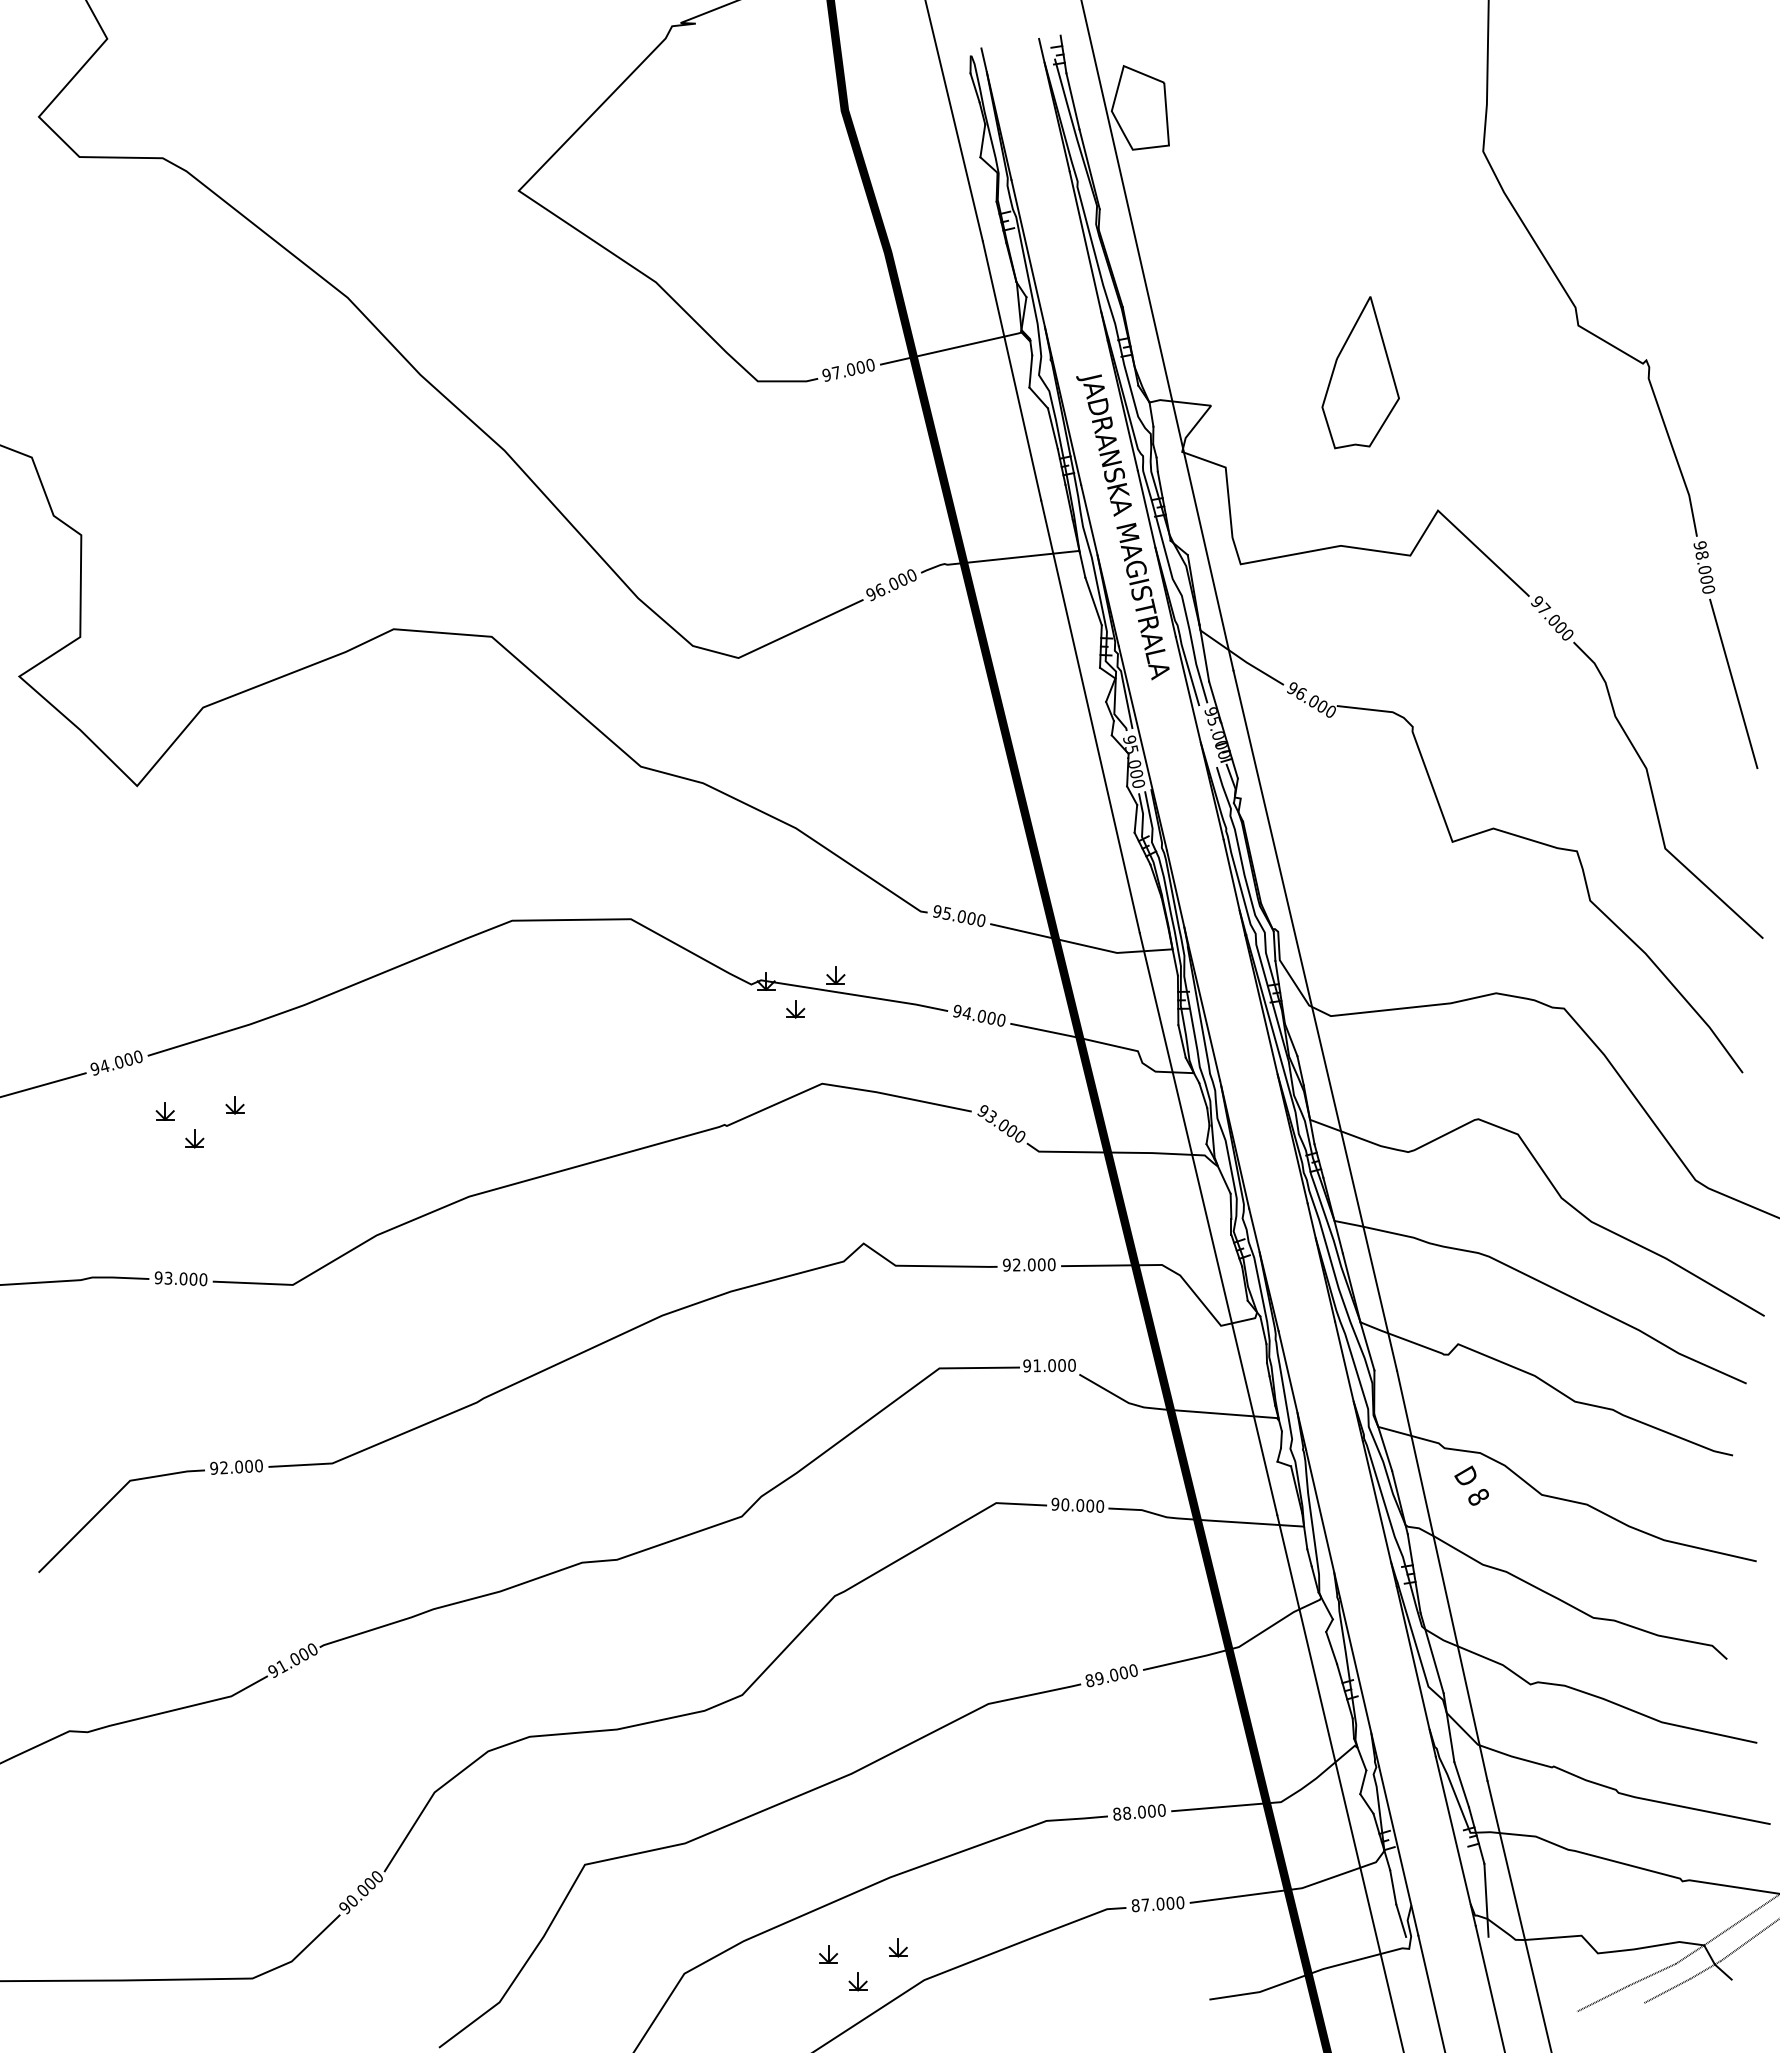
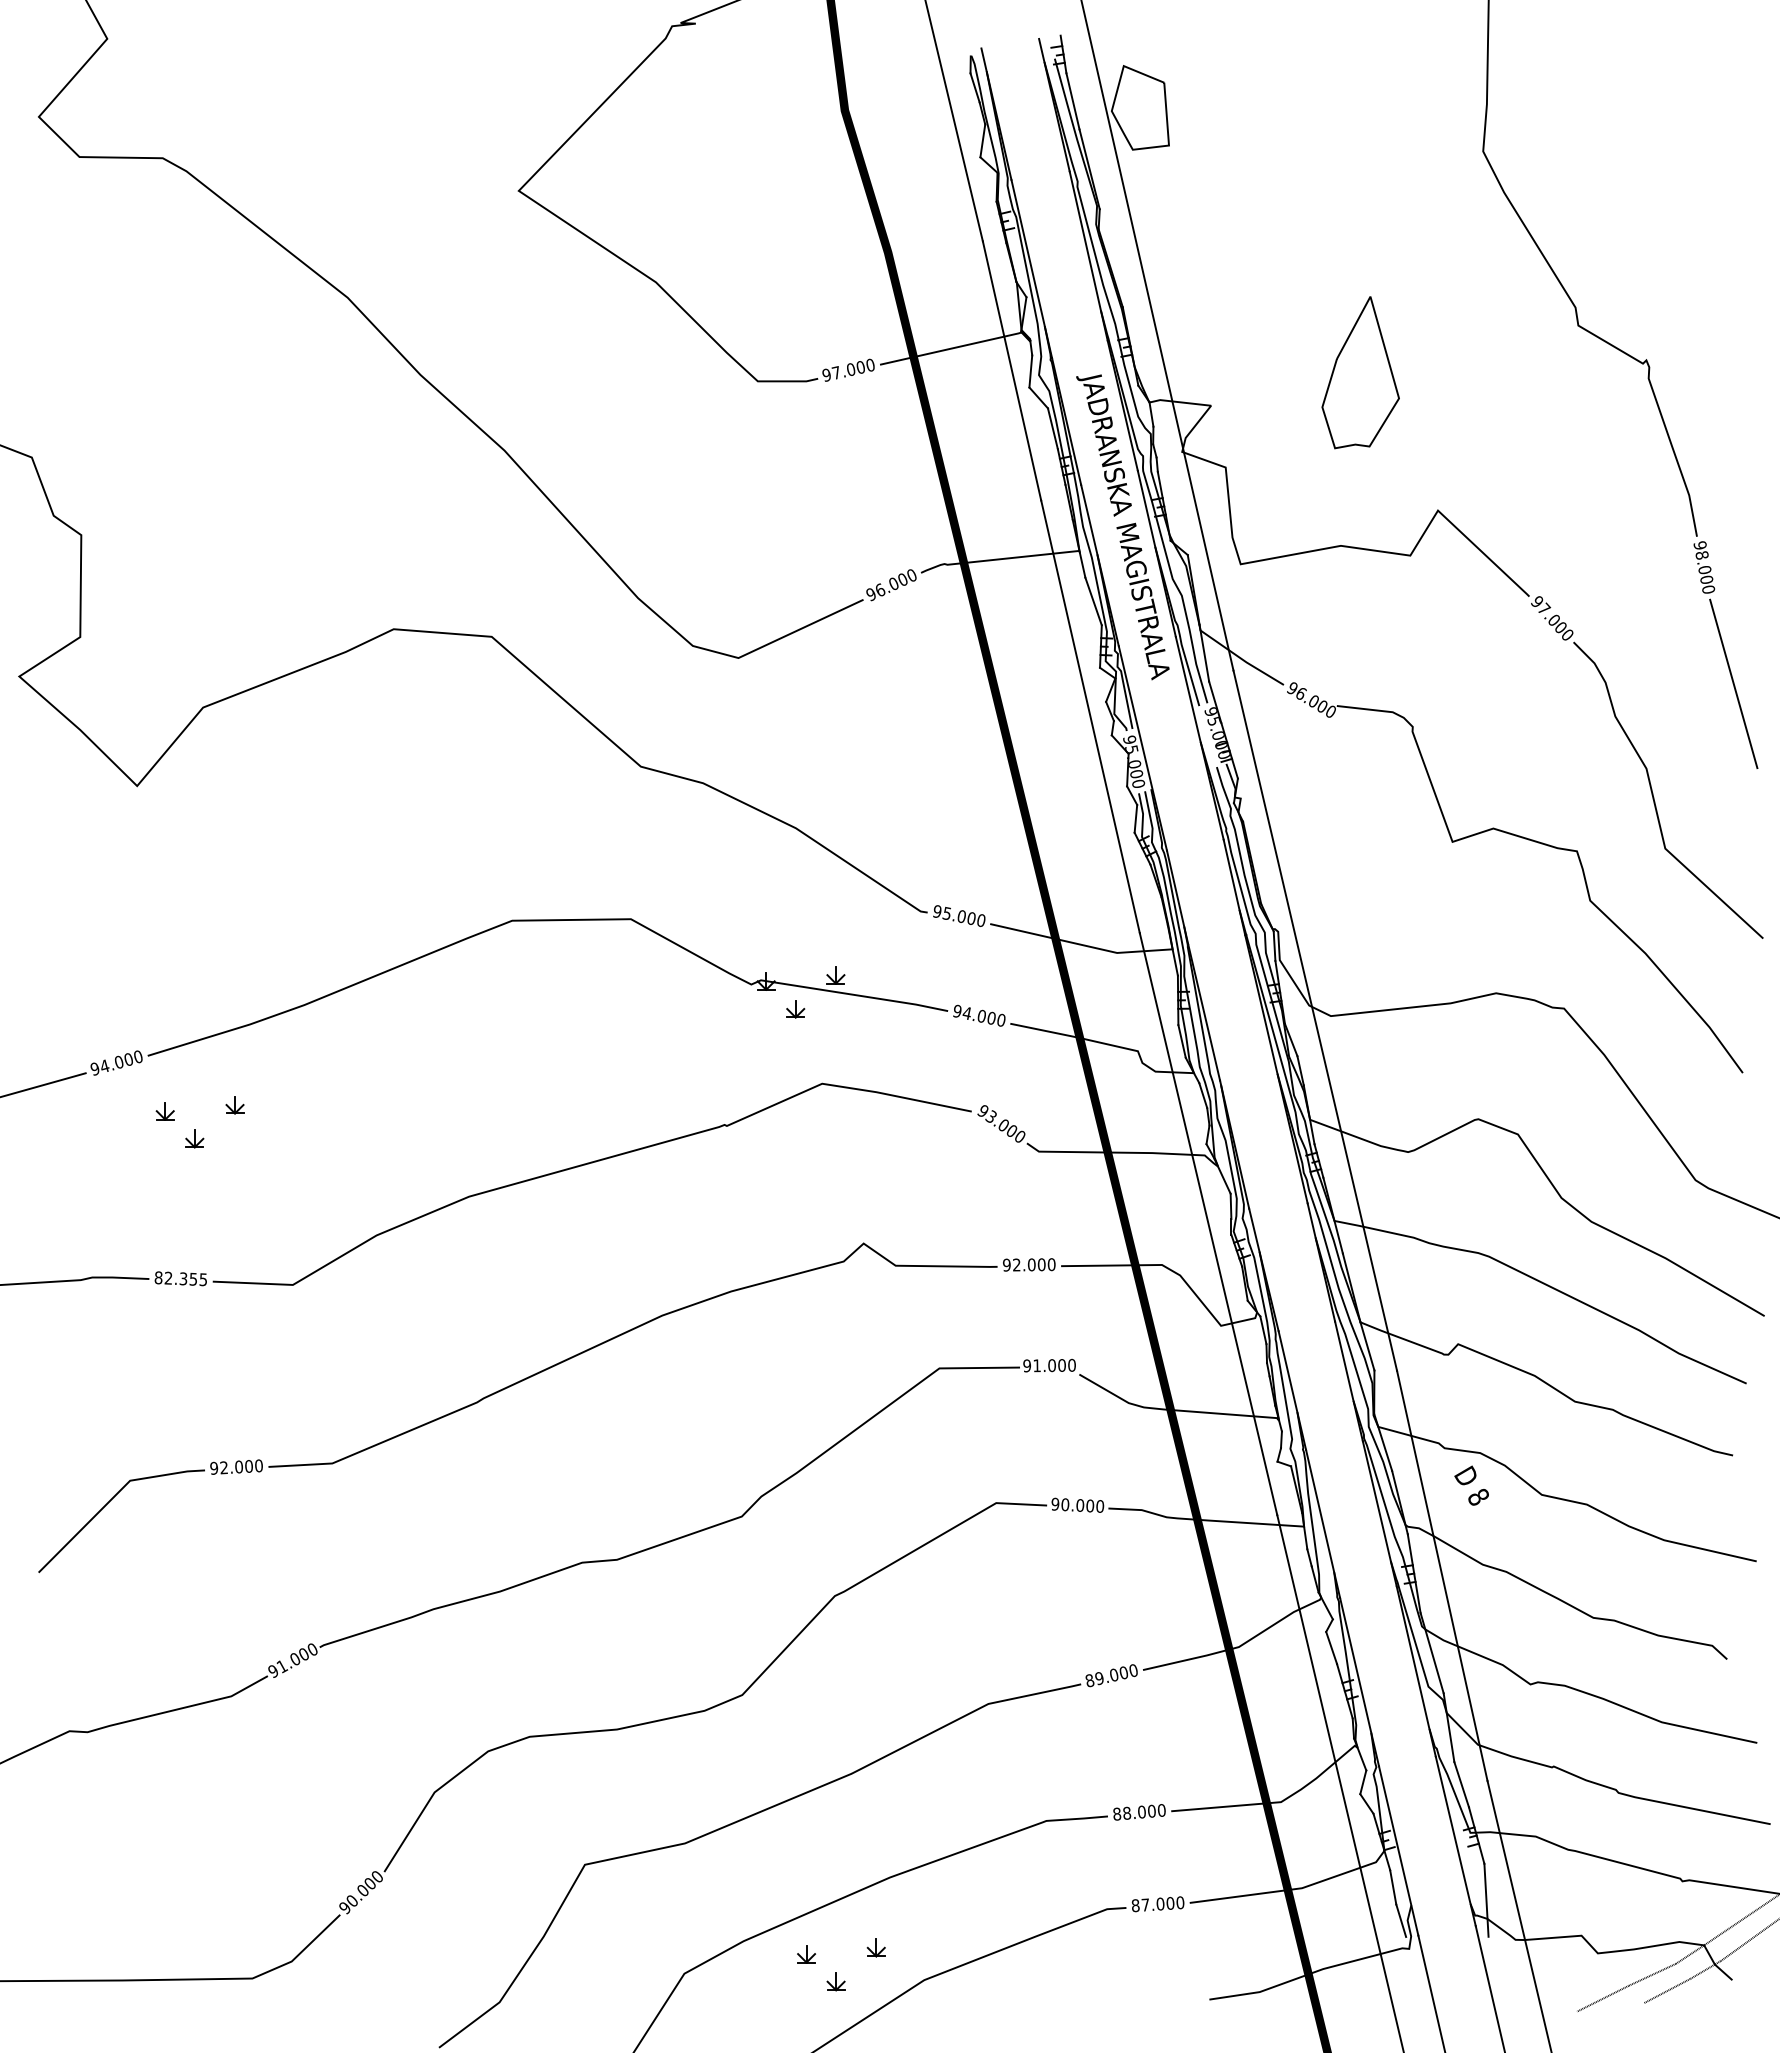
text at (180, 1278): 93.000 -> 82.355
part at (858, 1972) position: (858, 1972) -> (836, 1972)
